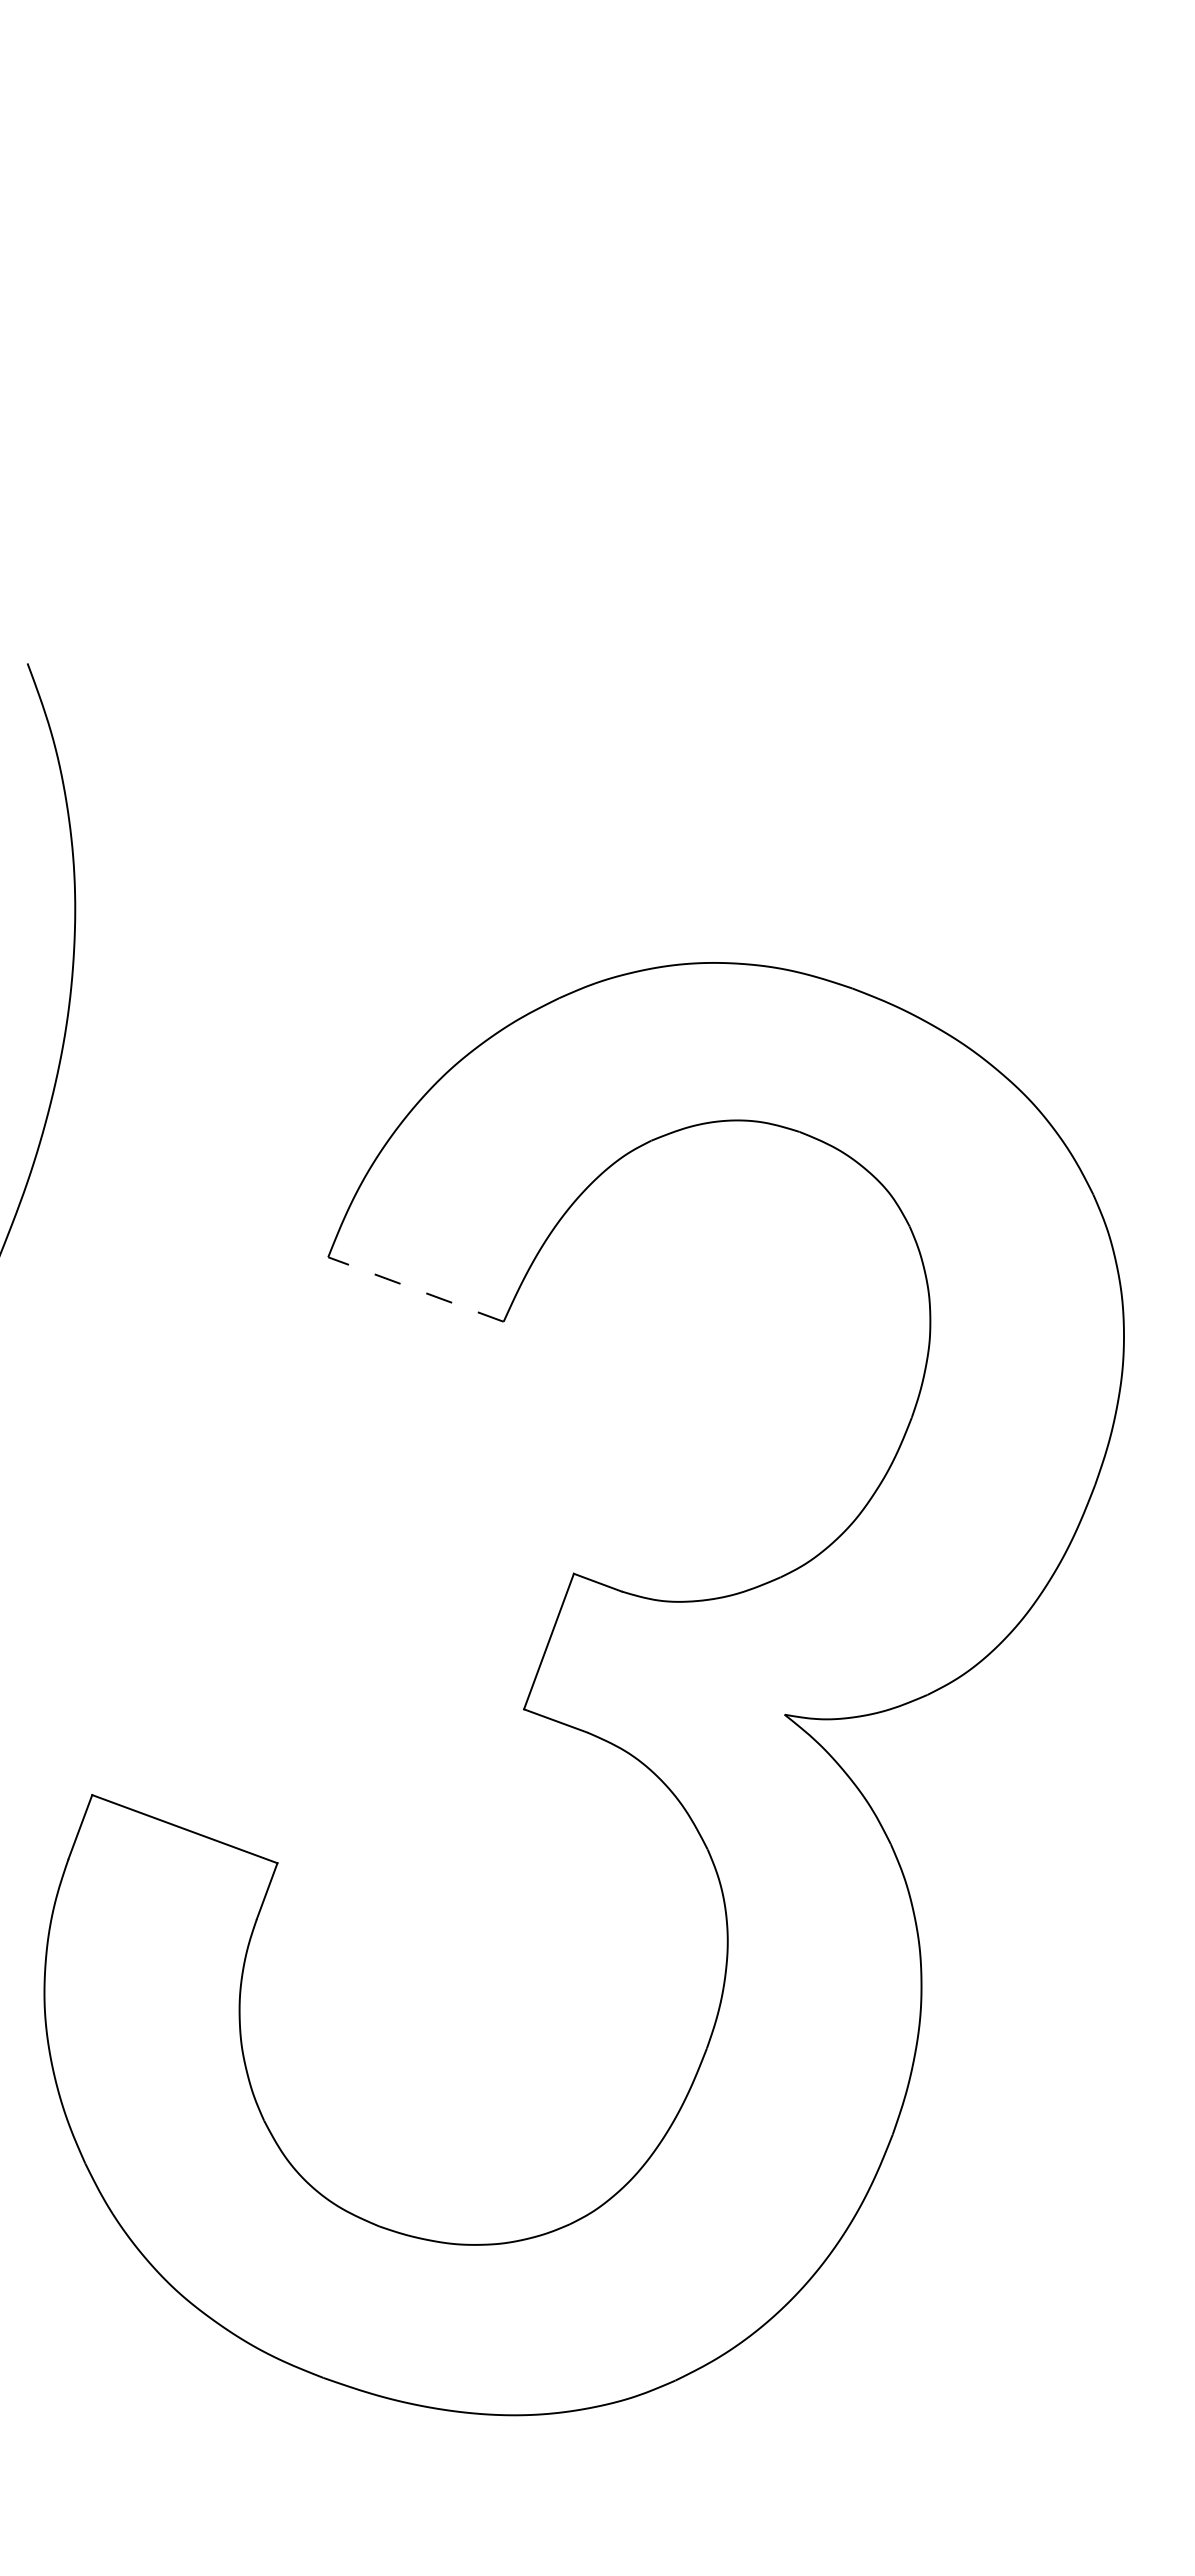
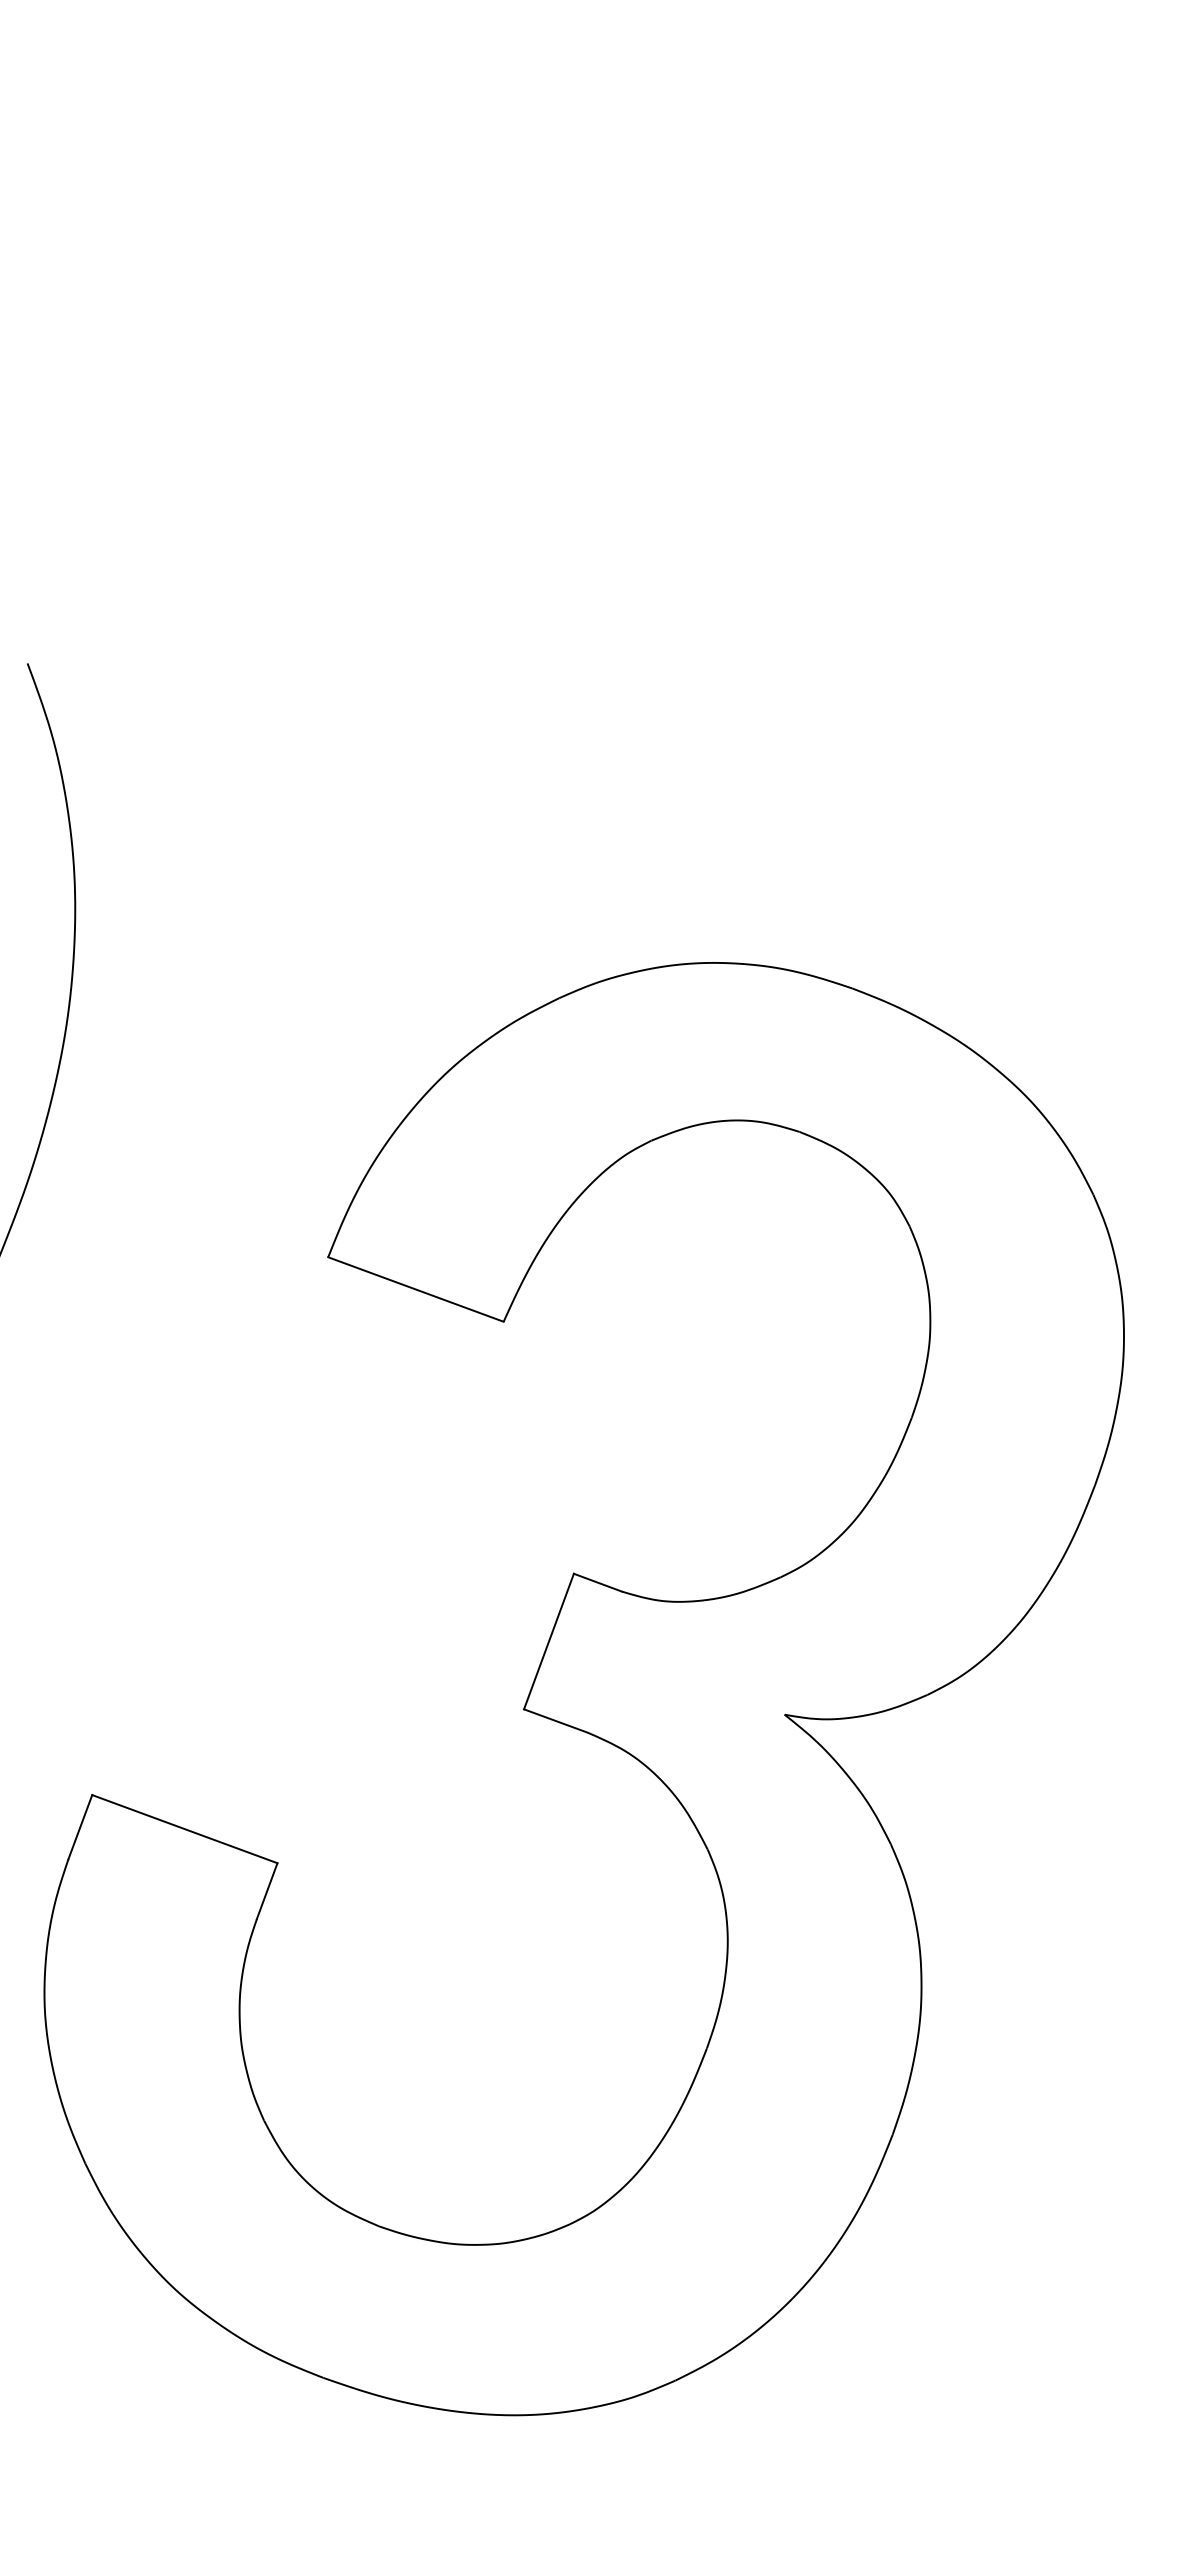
line at (415, 1289): dashed -> solid
